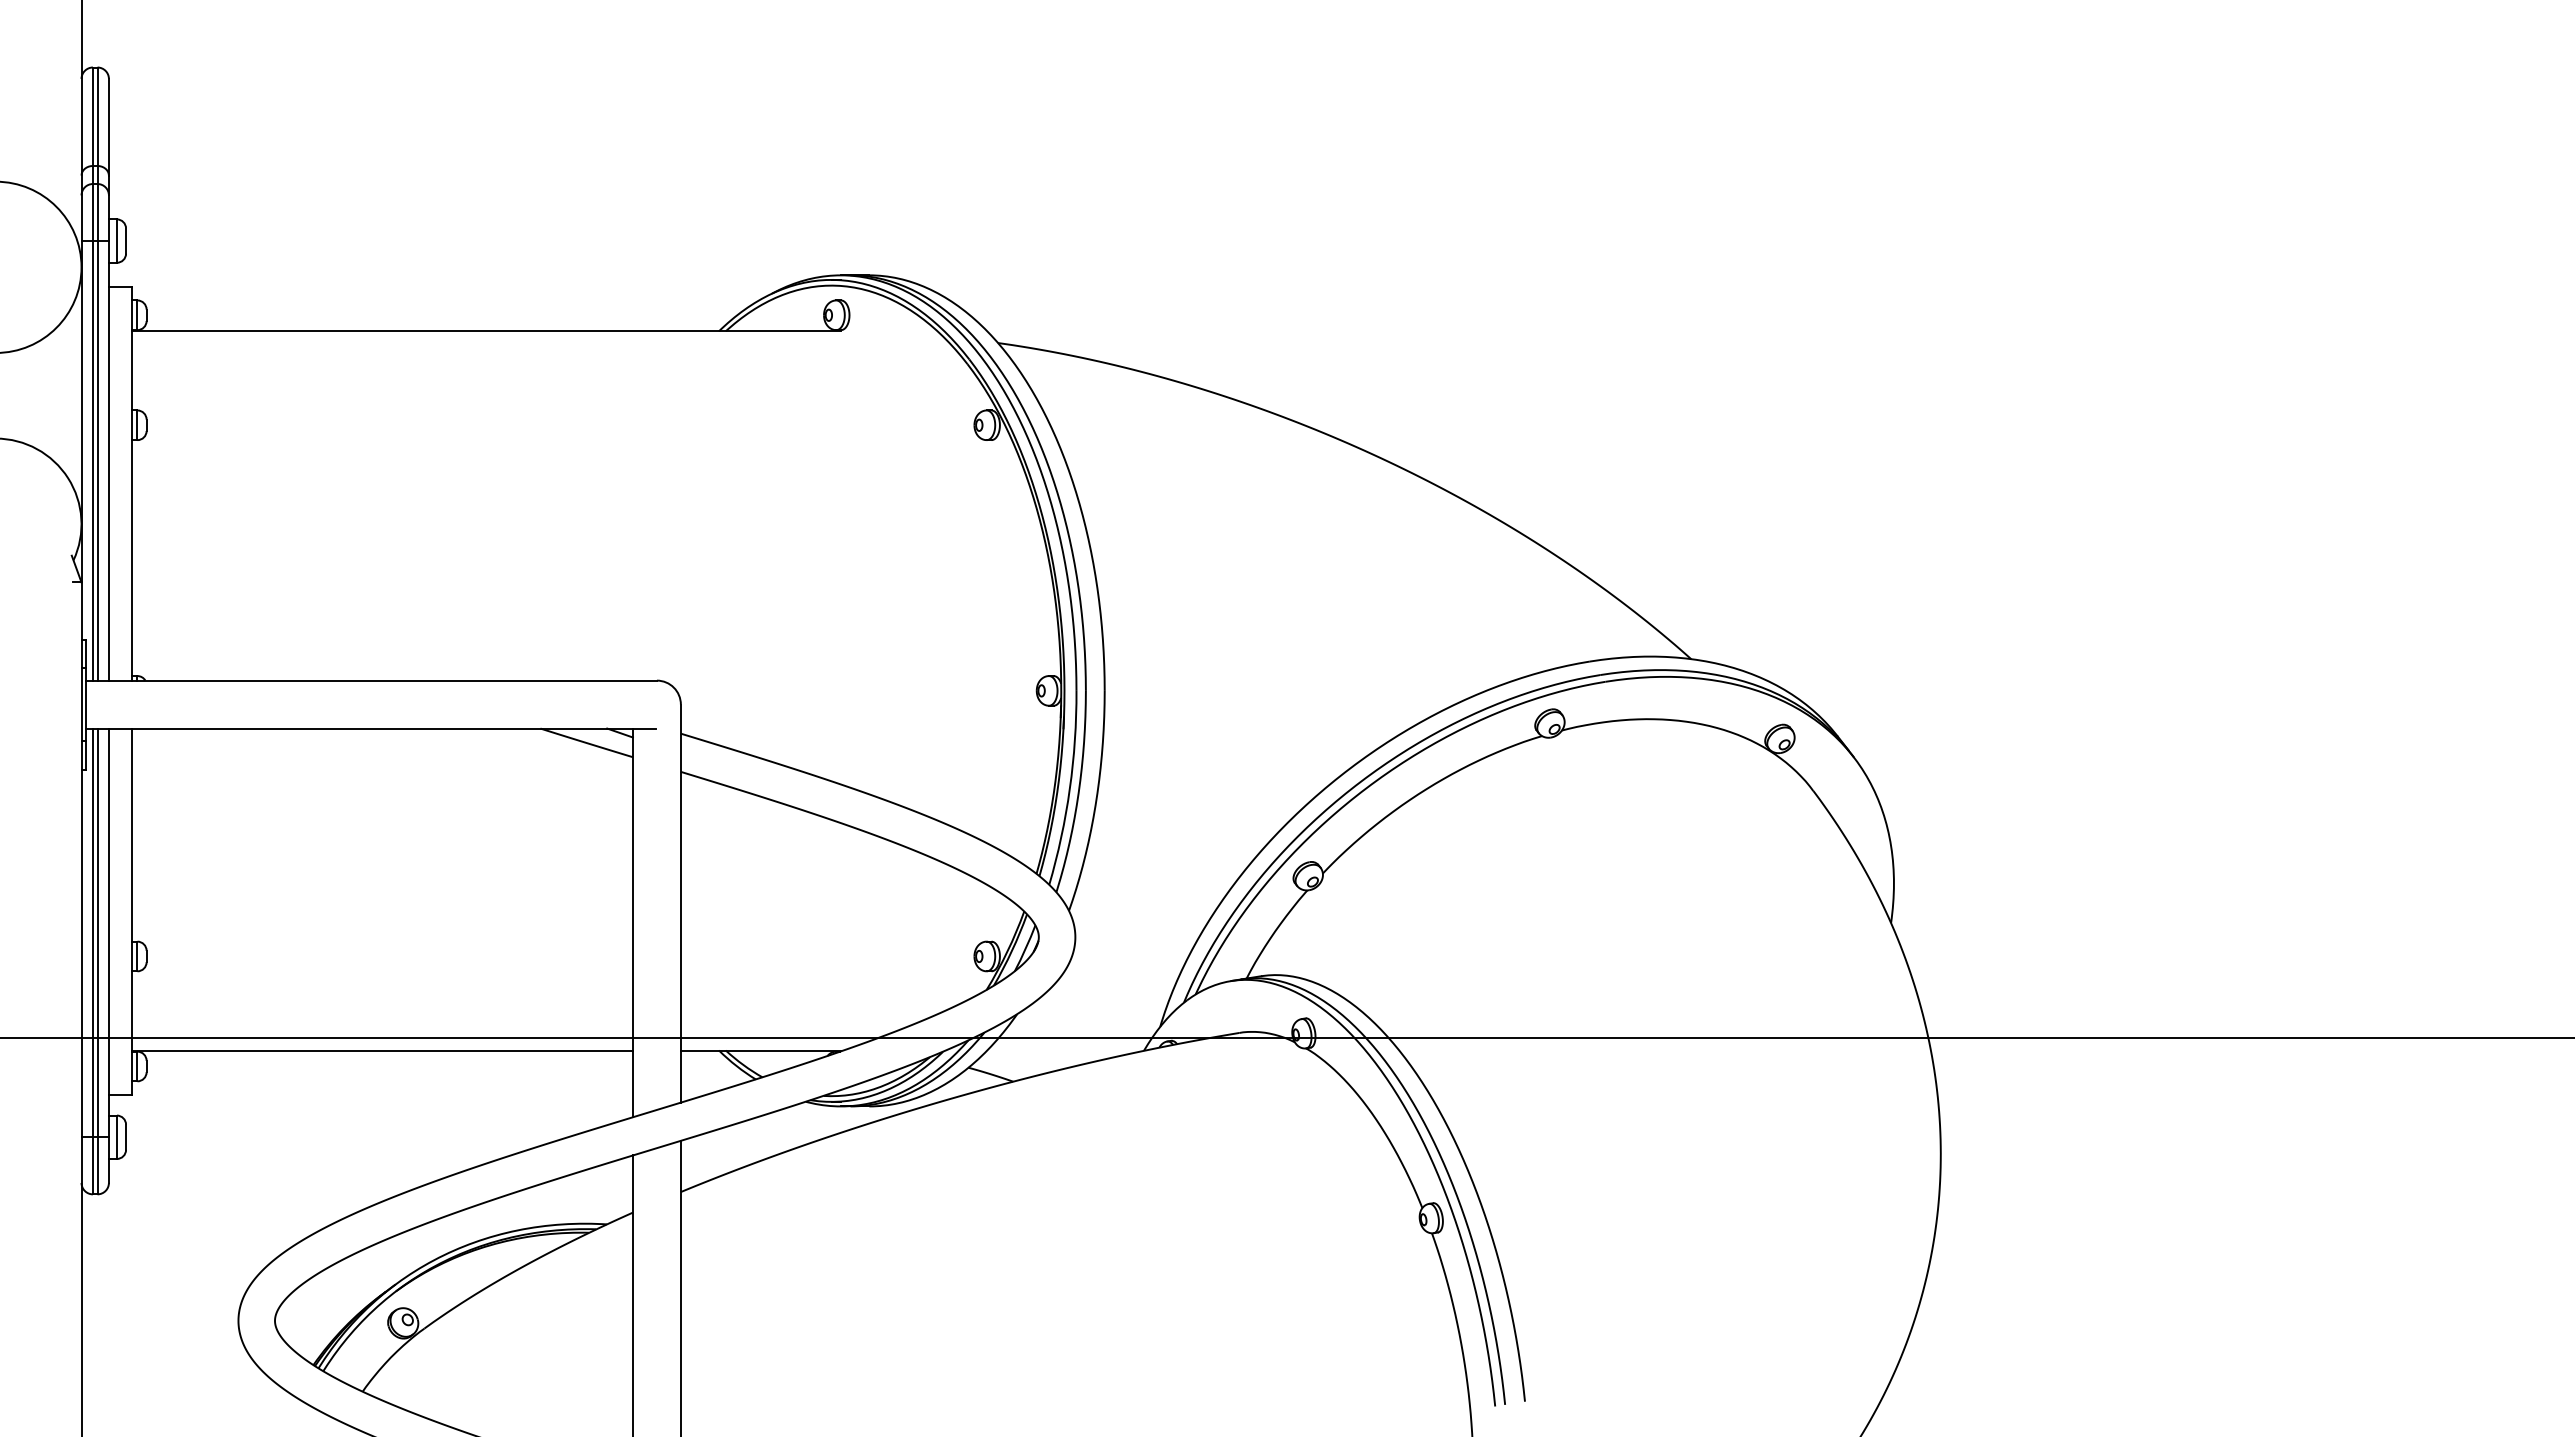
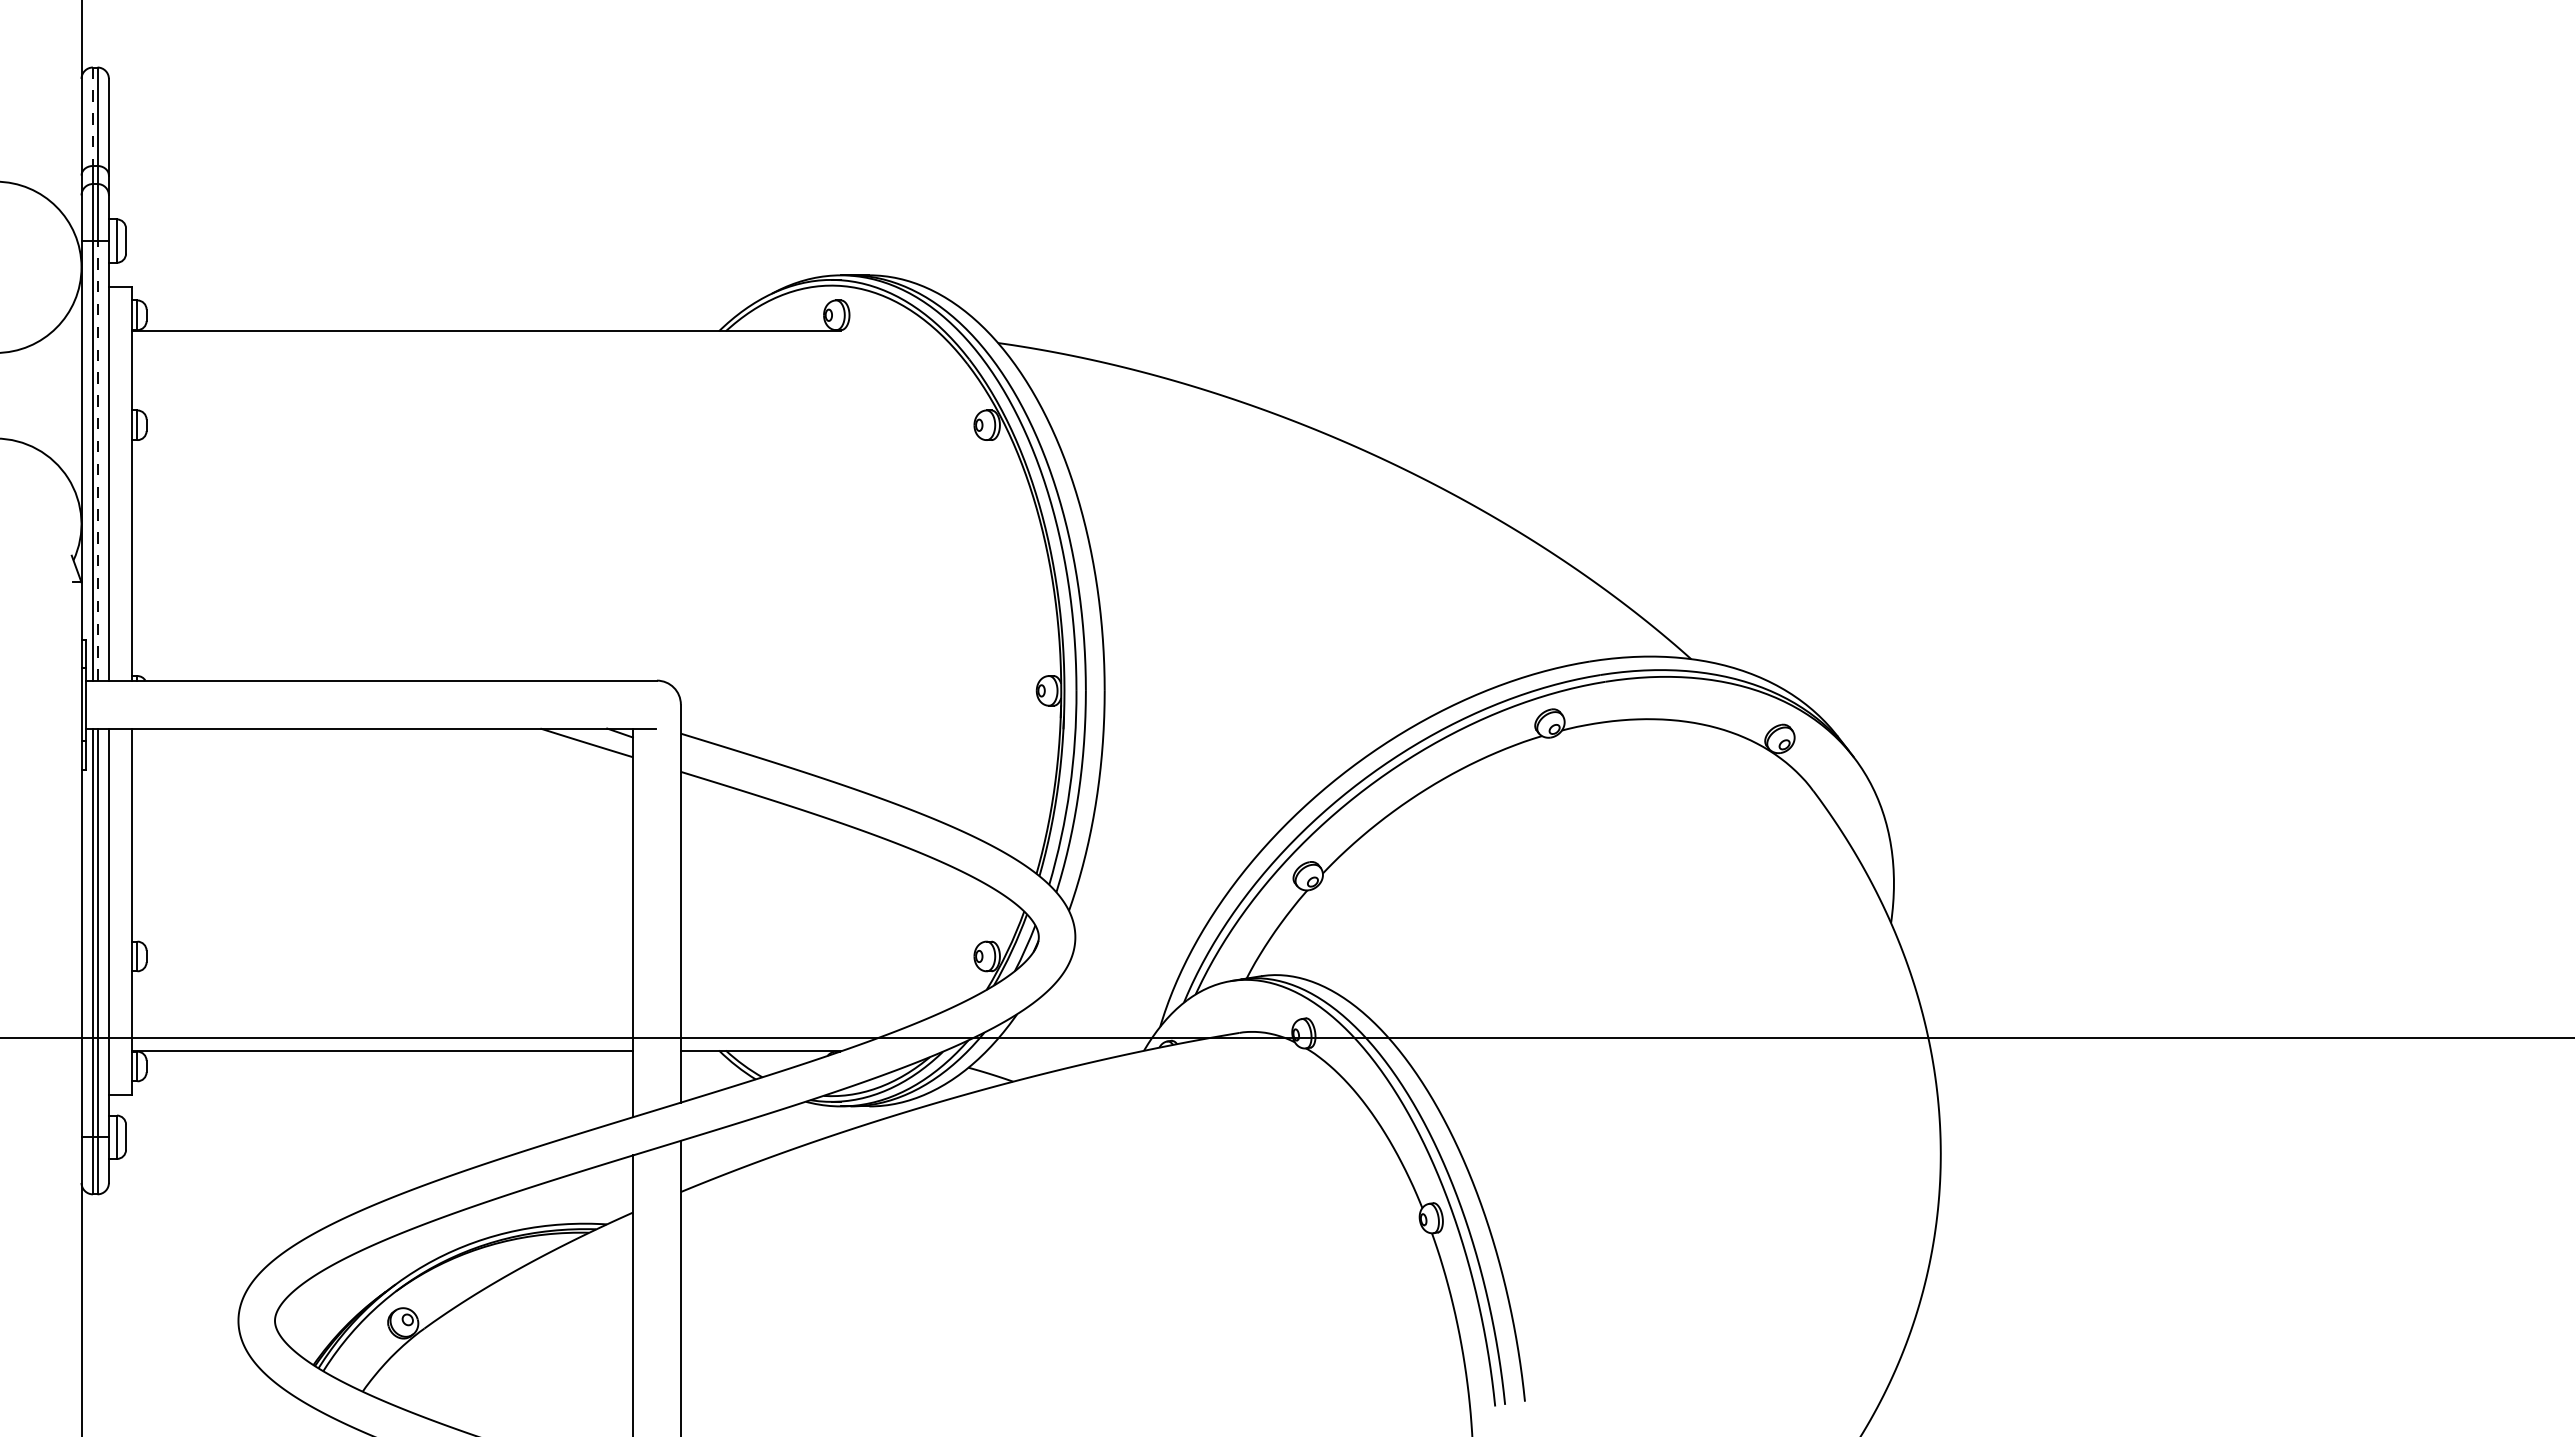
line at (92, 117): solid -> dashed
line at (97, 460): solid -> dashed
